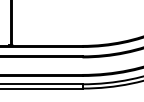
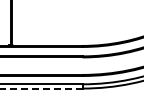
line at (41, 88): solid -> dashed
